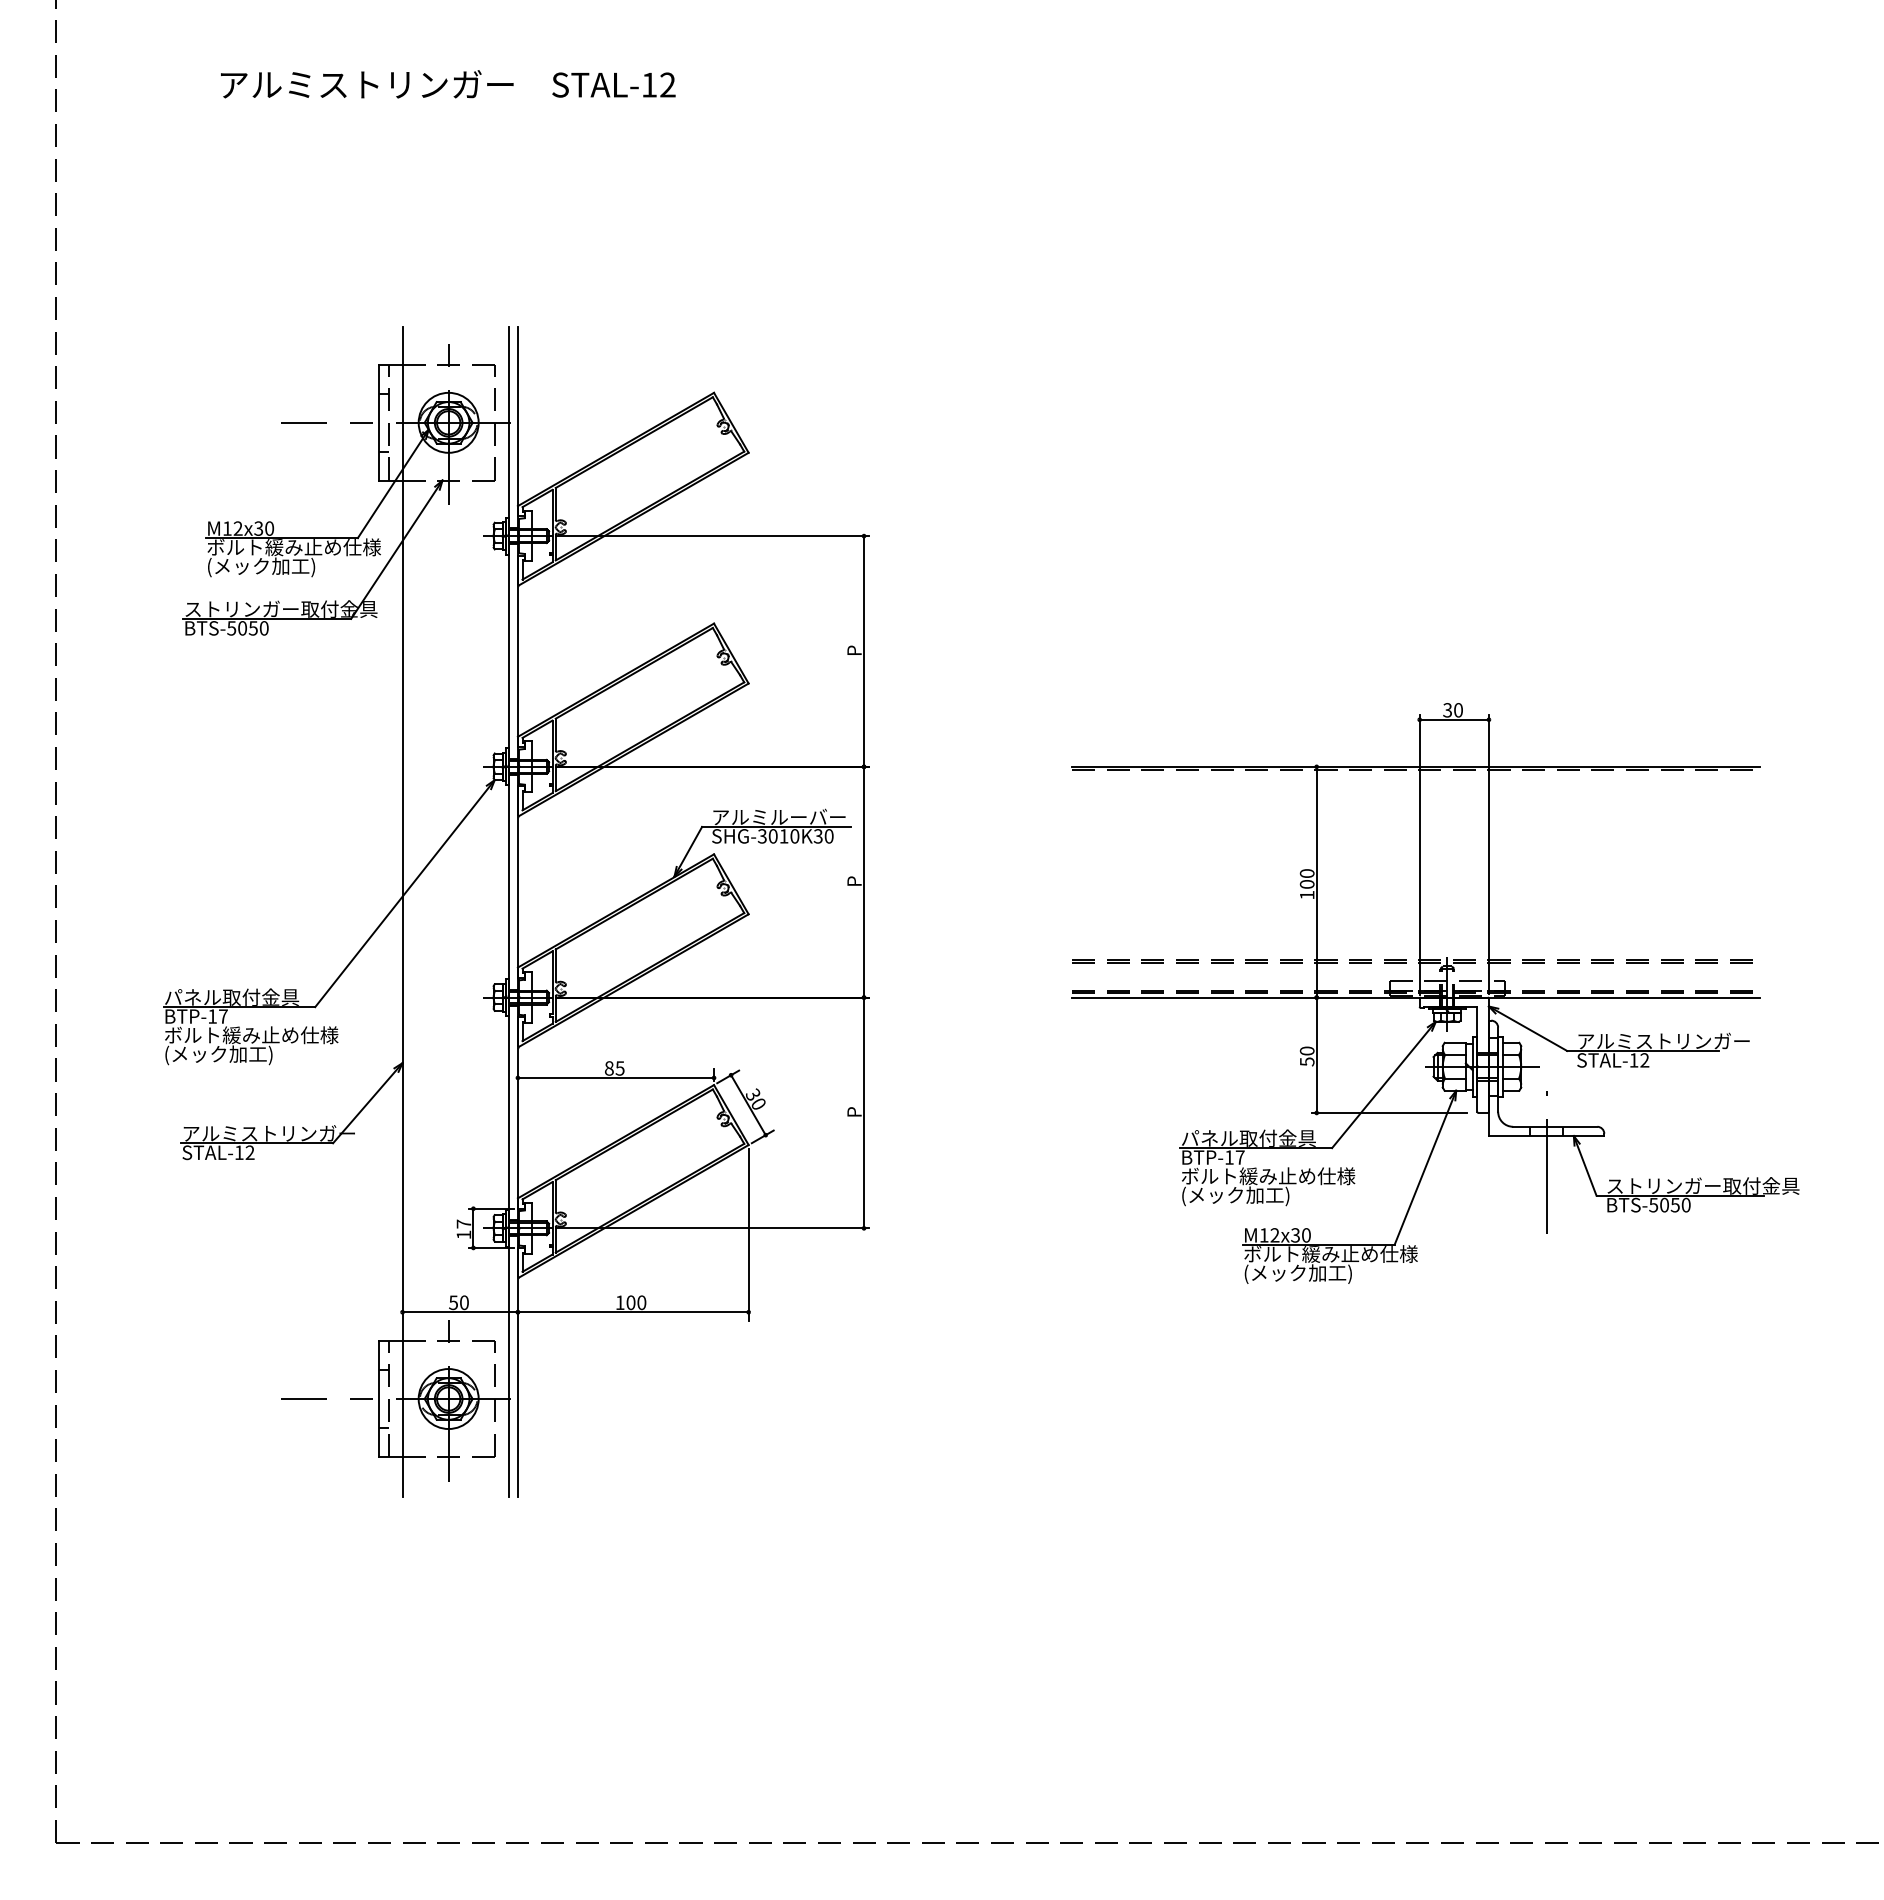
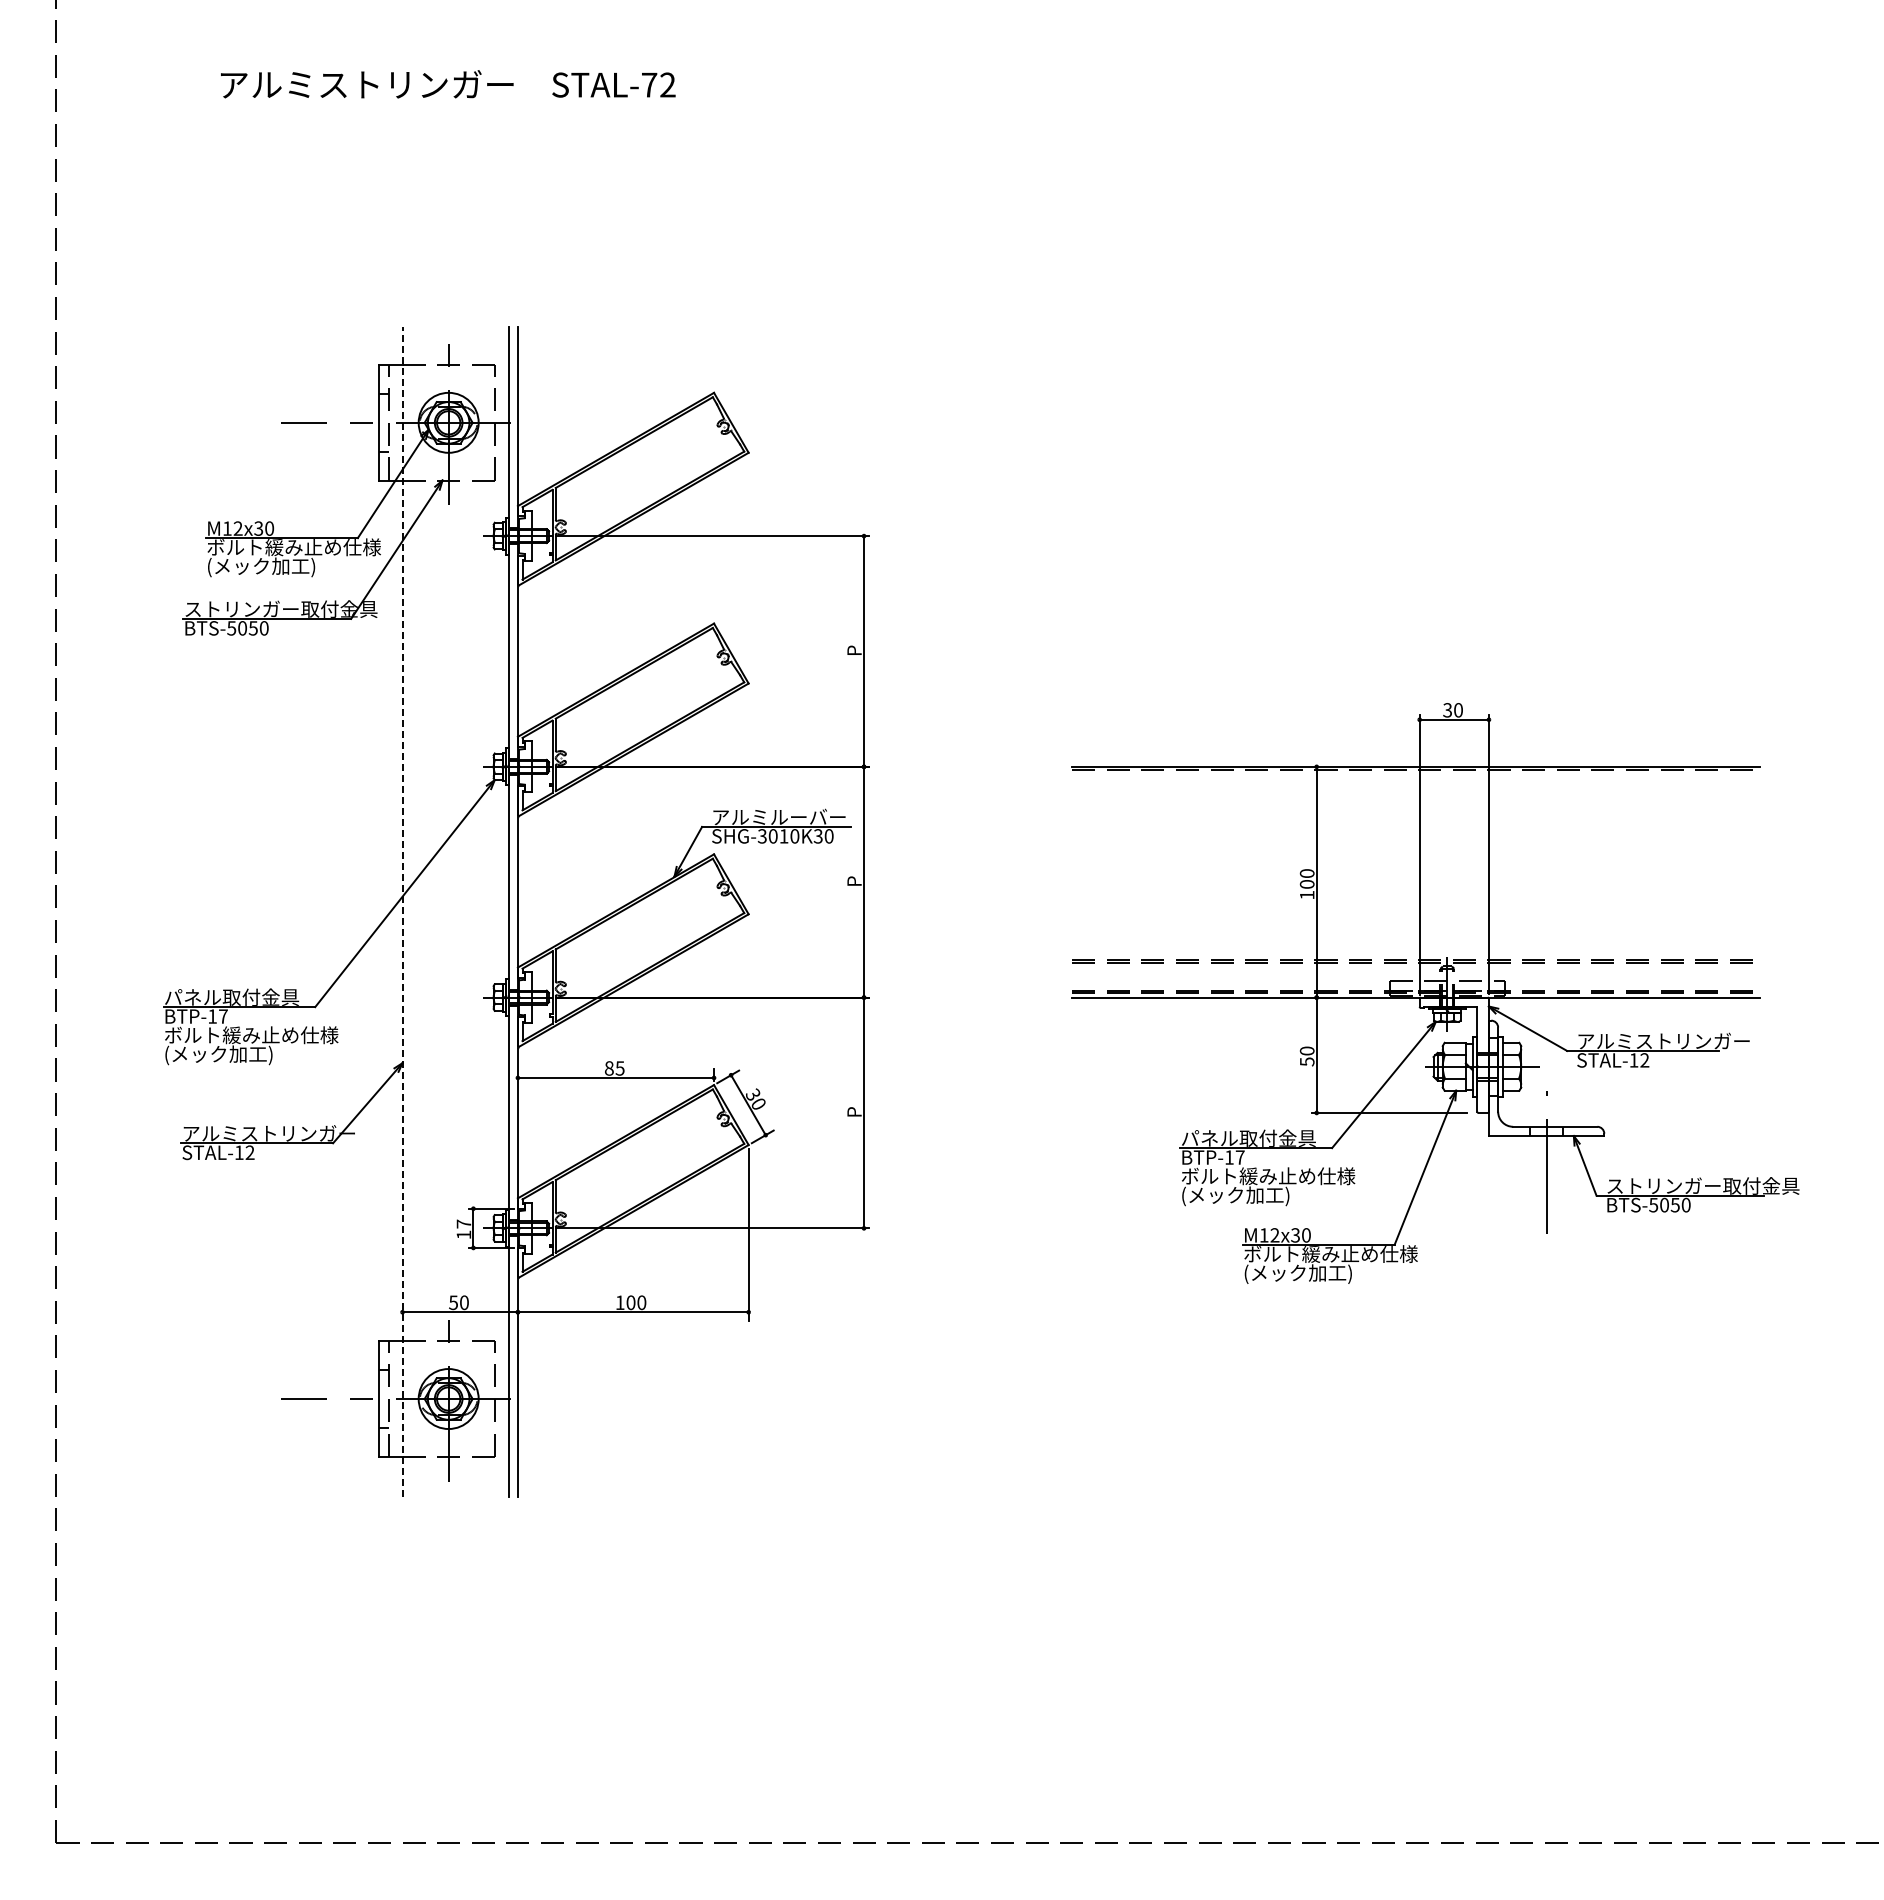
text at (649, 84): STAL-12 -> STAL-72
line at (402, 912): solid -> dashed
